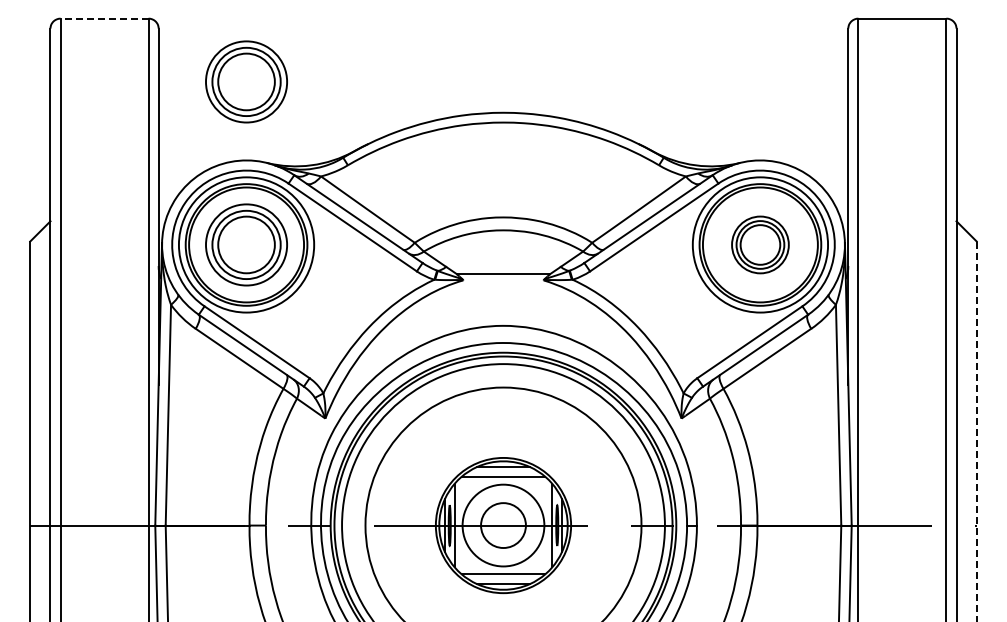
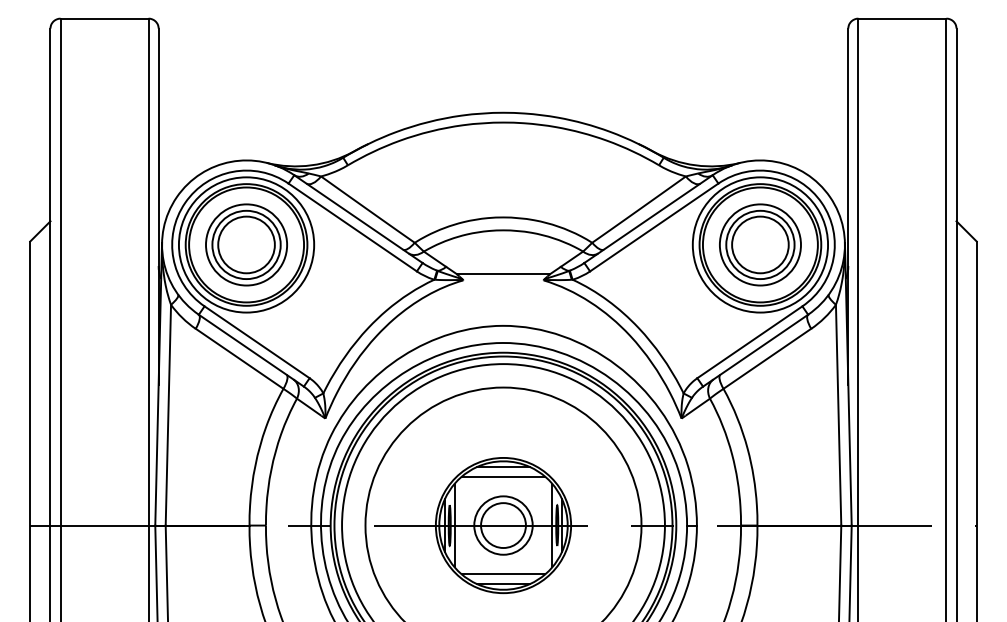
line at (104, 18): dashed -> solid
part at (246, 81): present -> none
part at (760, 244) size: 59x60 px -> 83x84 px
line at (976, 431): dashed -> solid
circle at (503, 525) diameter: 82 px -> 58 px
